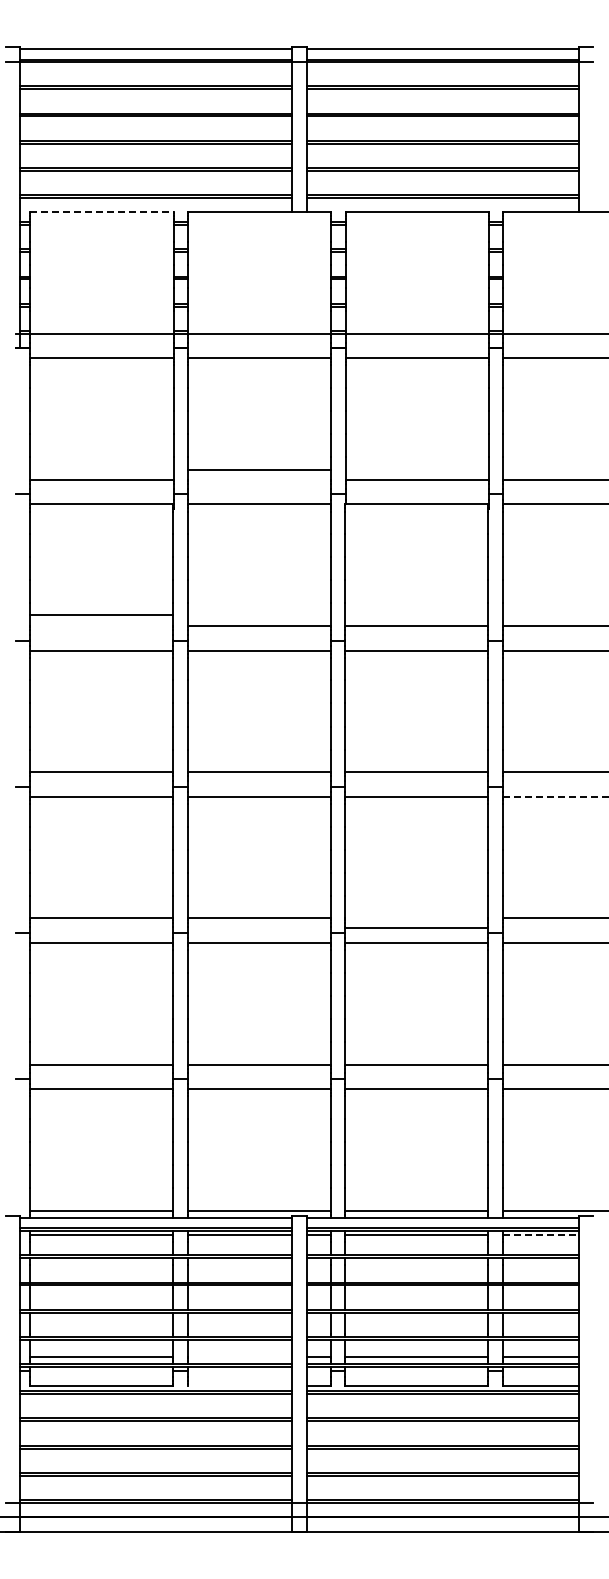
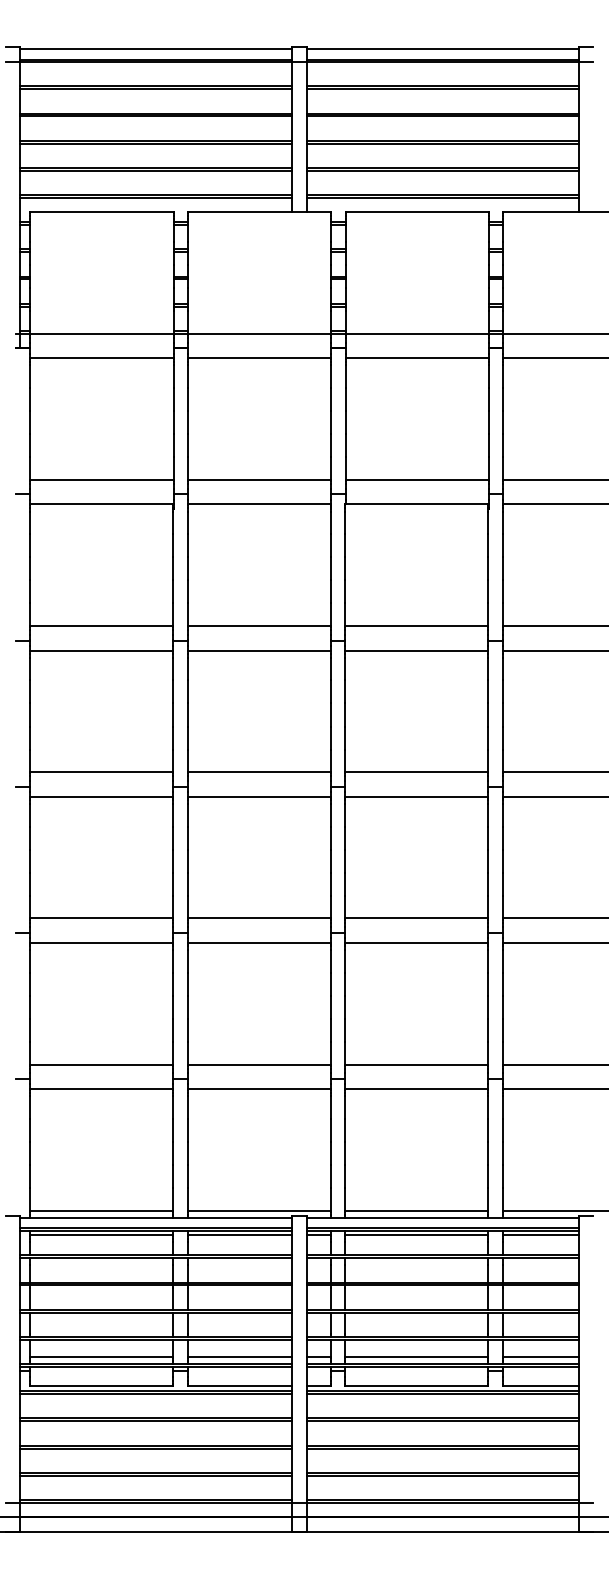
line at (102, 212): dashed -> solid
line at (259, 470) position: (259, 470) -> (259, 480)
line at (101, 615) position: (101, 615) -> (101, 626)
line at (555, 796): dashed -> solid
line at (416, 928) position: (416, 928) -> (416, 918)
line at (541, 1235): dashed -> solid
line at (239, 1356): none -> present
line at (239, 1385): none -> present
